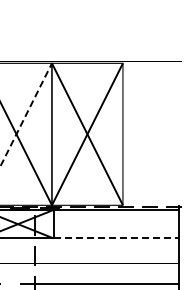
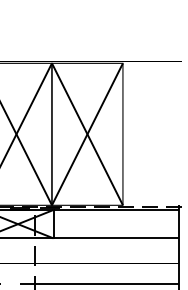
line at (26, 115): dashed -> solid
line at (116, 238): dashed -> solid
